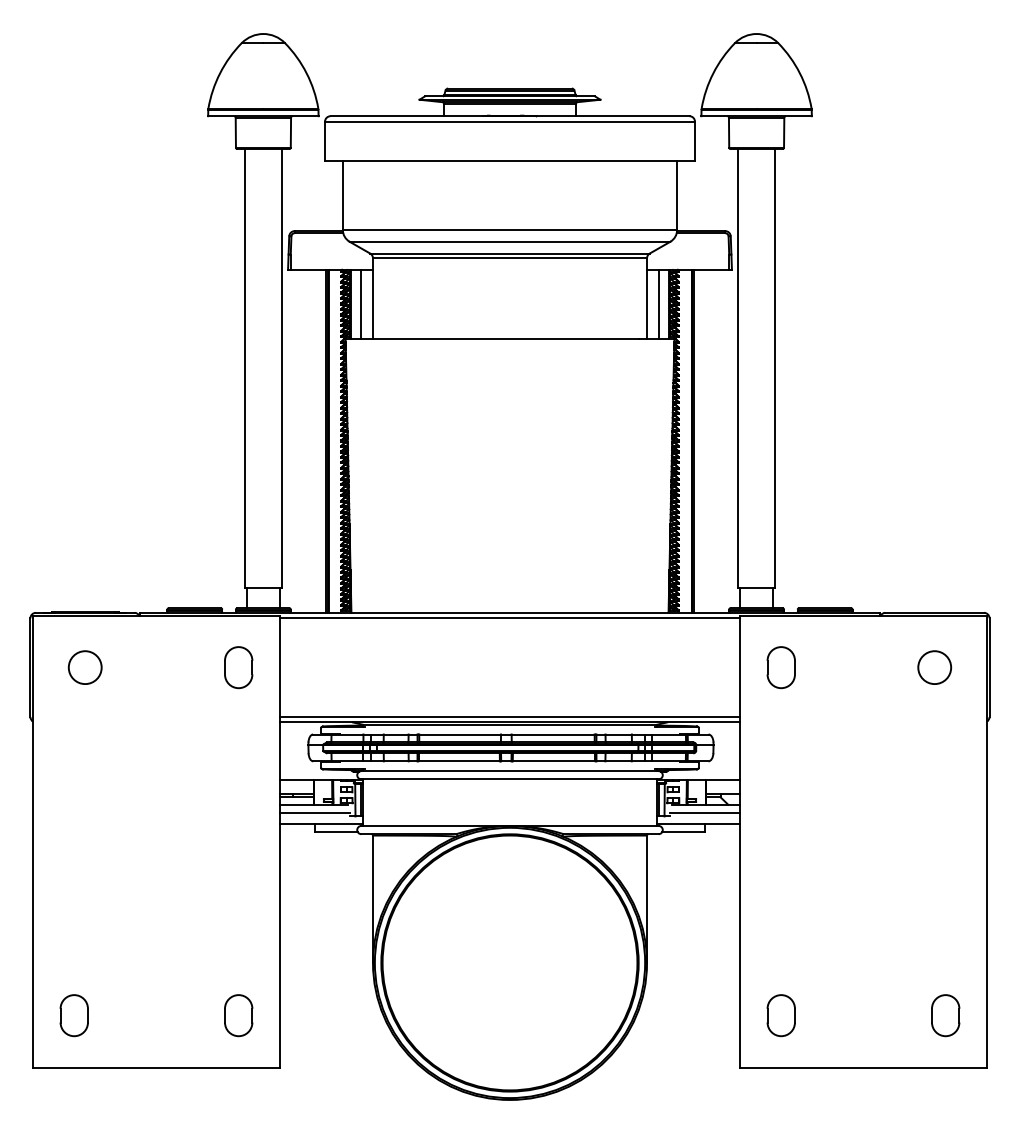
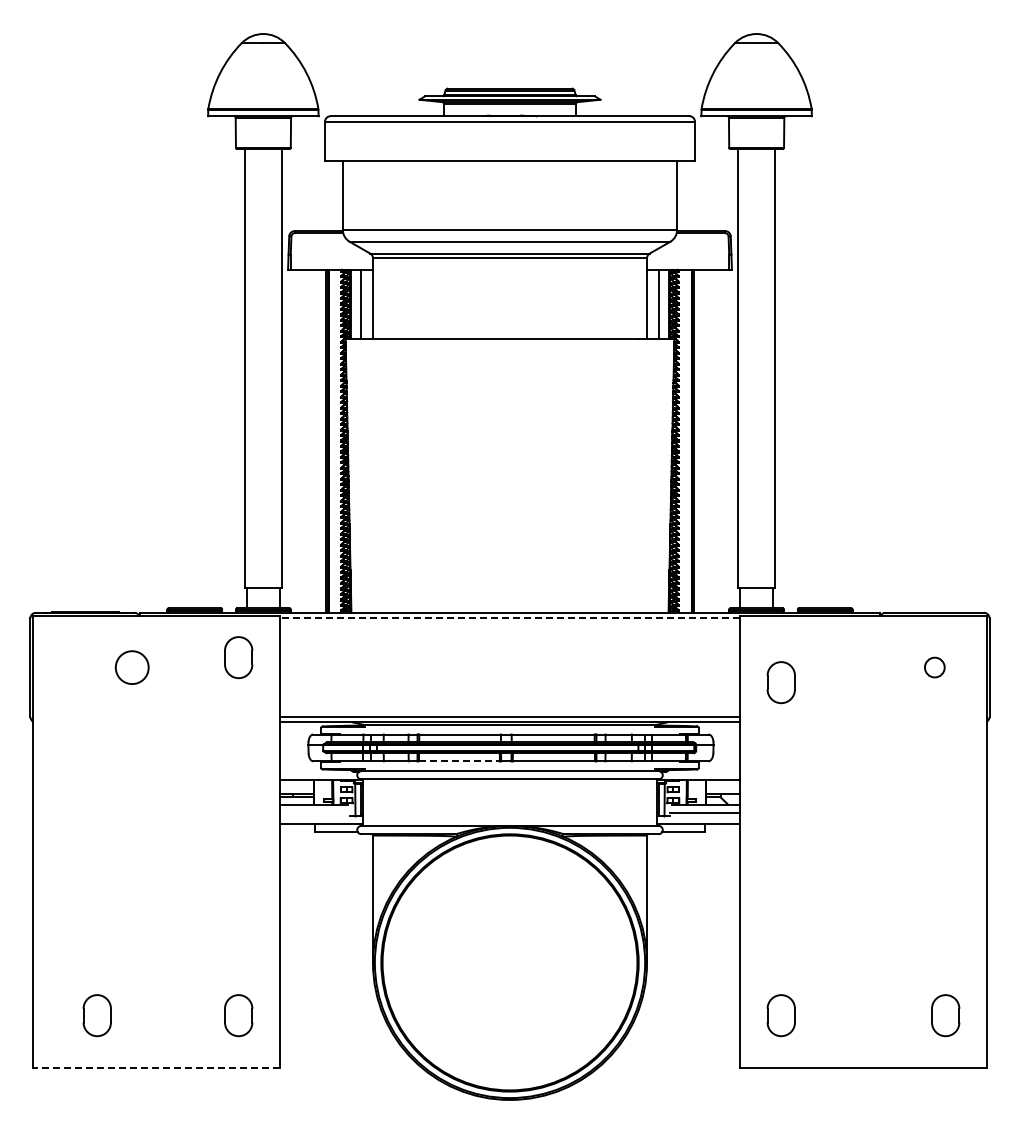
line at (509, 618): solid -> dashed
circle at (84, 667) position: (84, 667) -> (131, 667)
part at (238, 667) position: (238, 667) -> (238, 657)
part at (780, 667) position: (780, 667) -> (780, 682)
circle at (934, 667) size: 36x35 px -> 22x23 px
line at (460, 761): solid -> dashed
line at (314, 812): present -> none
part at (73, 1015) position: (73, 1015) -> (96, 1015)
line at (155, 1067): solid -> dashed
